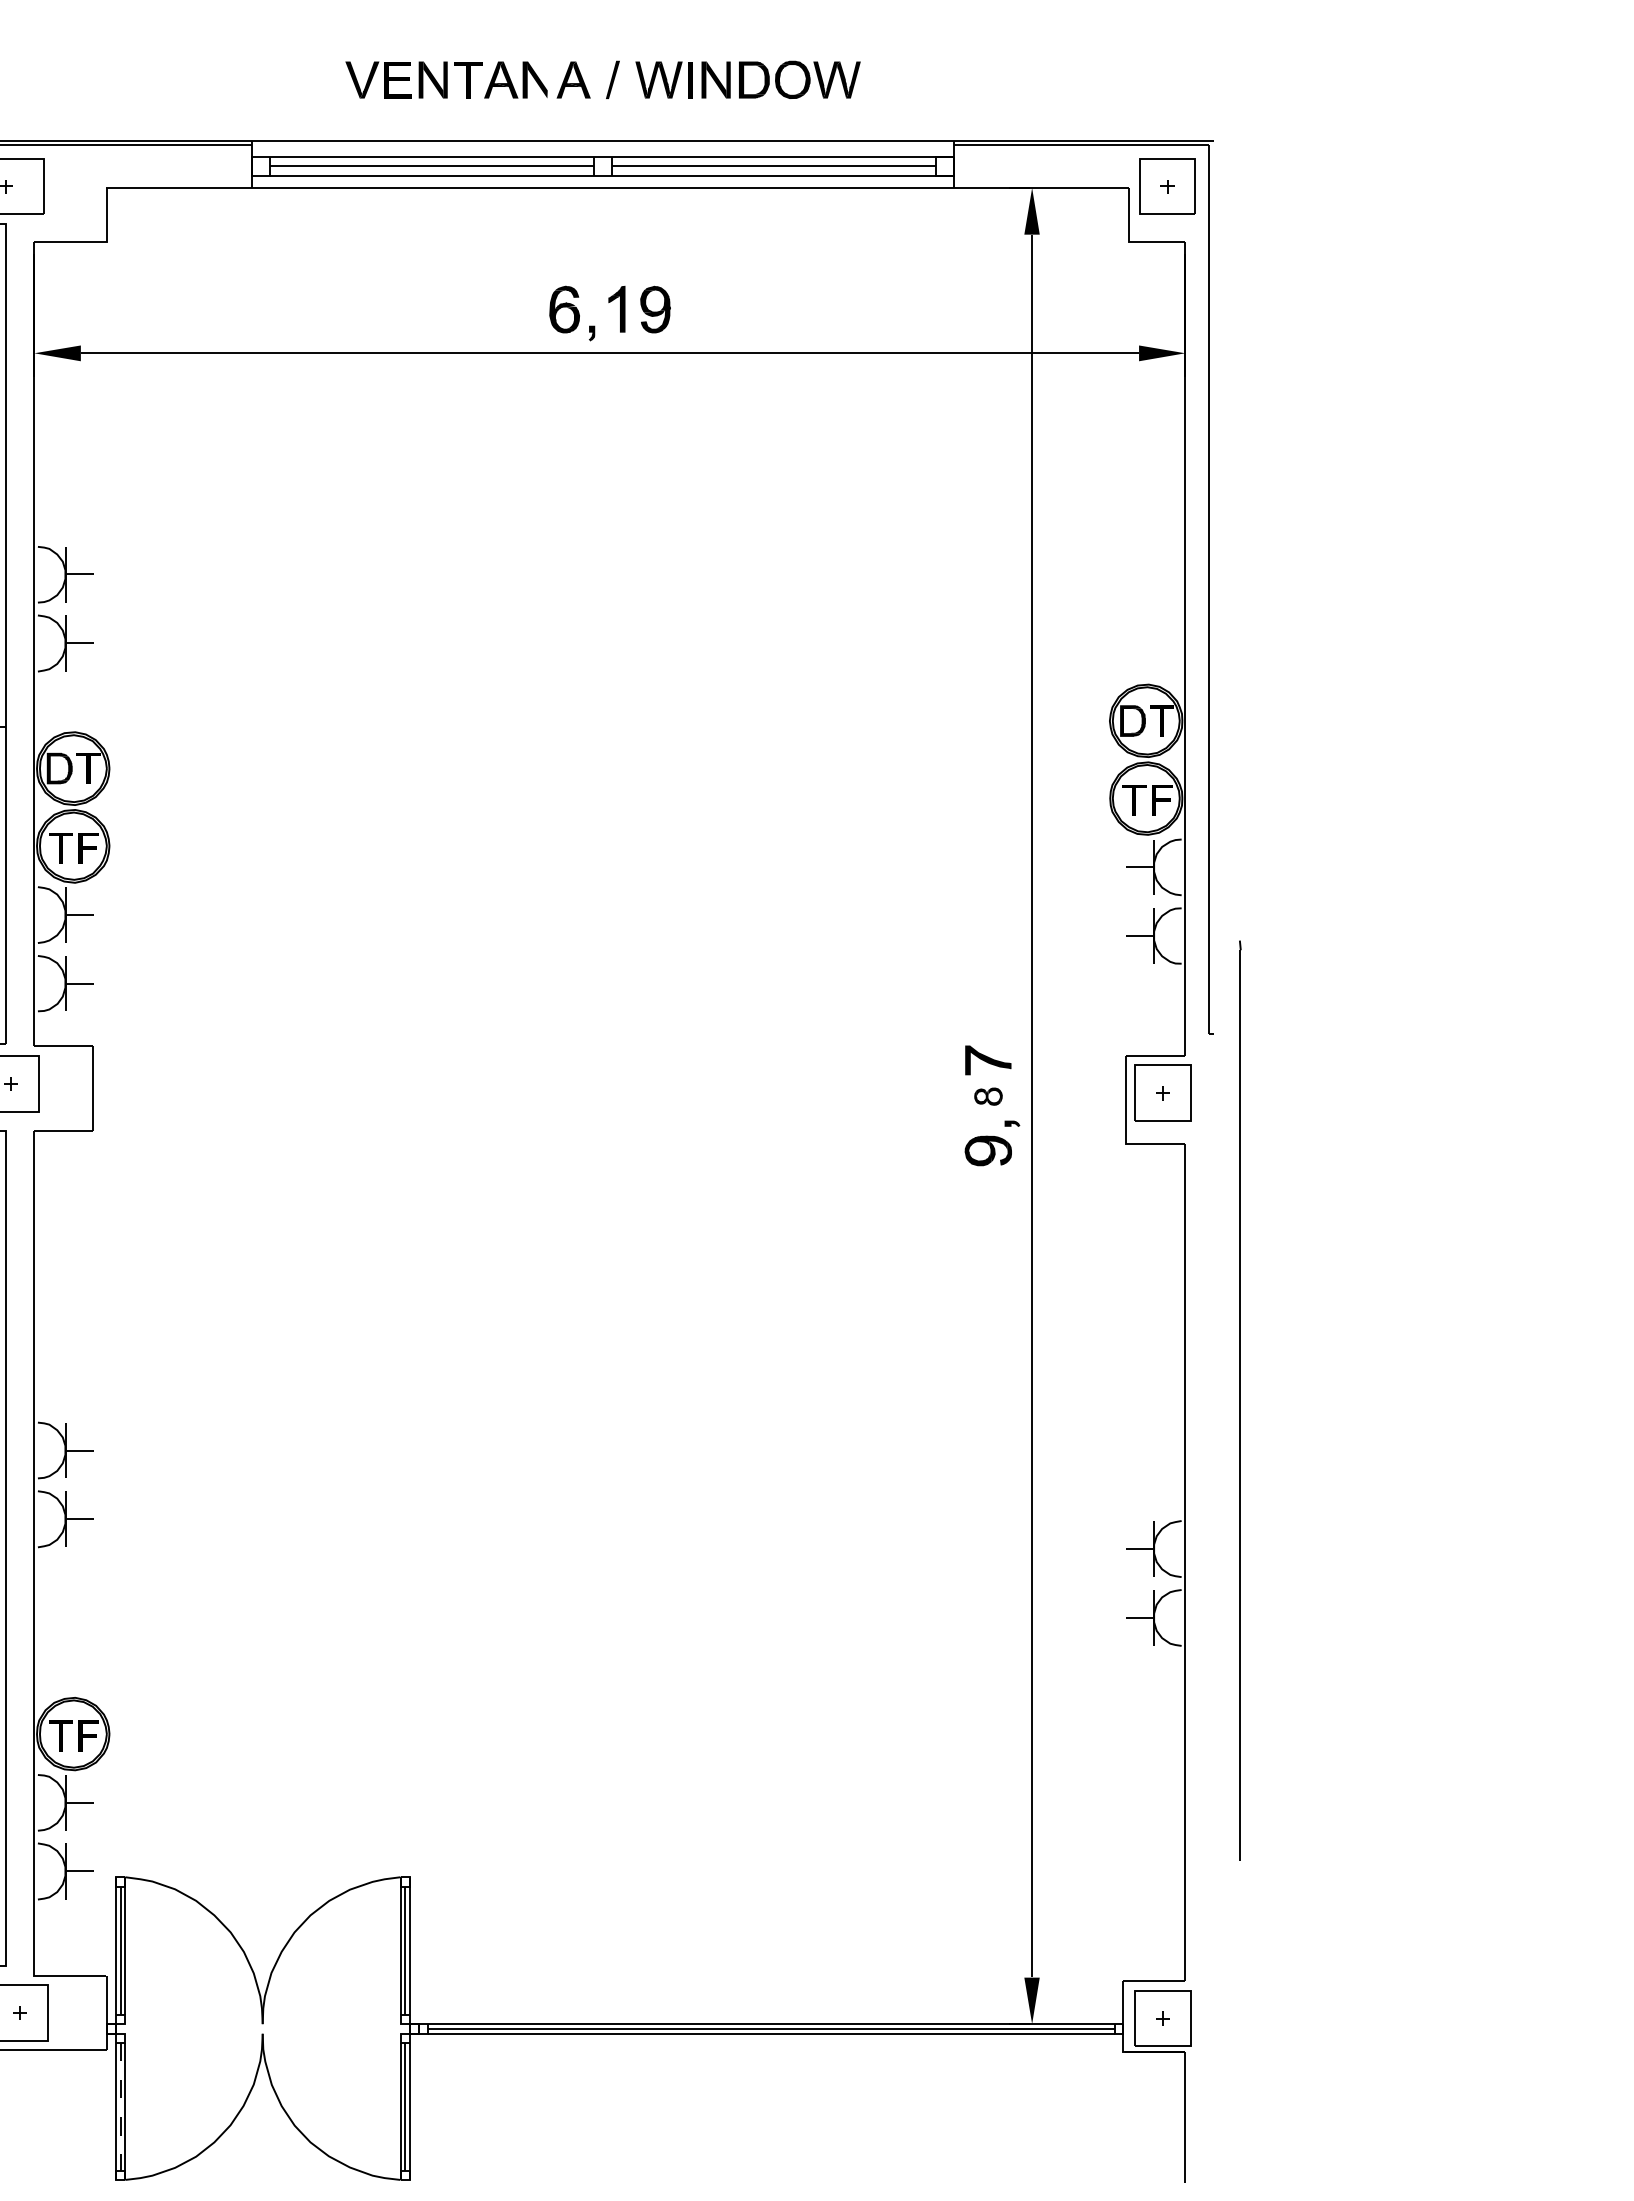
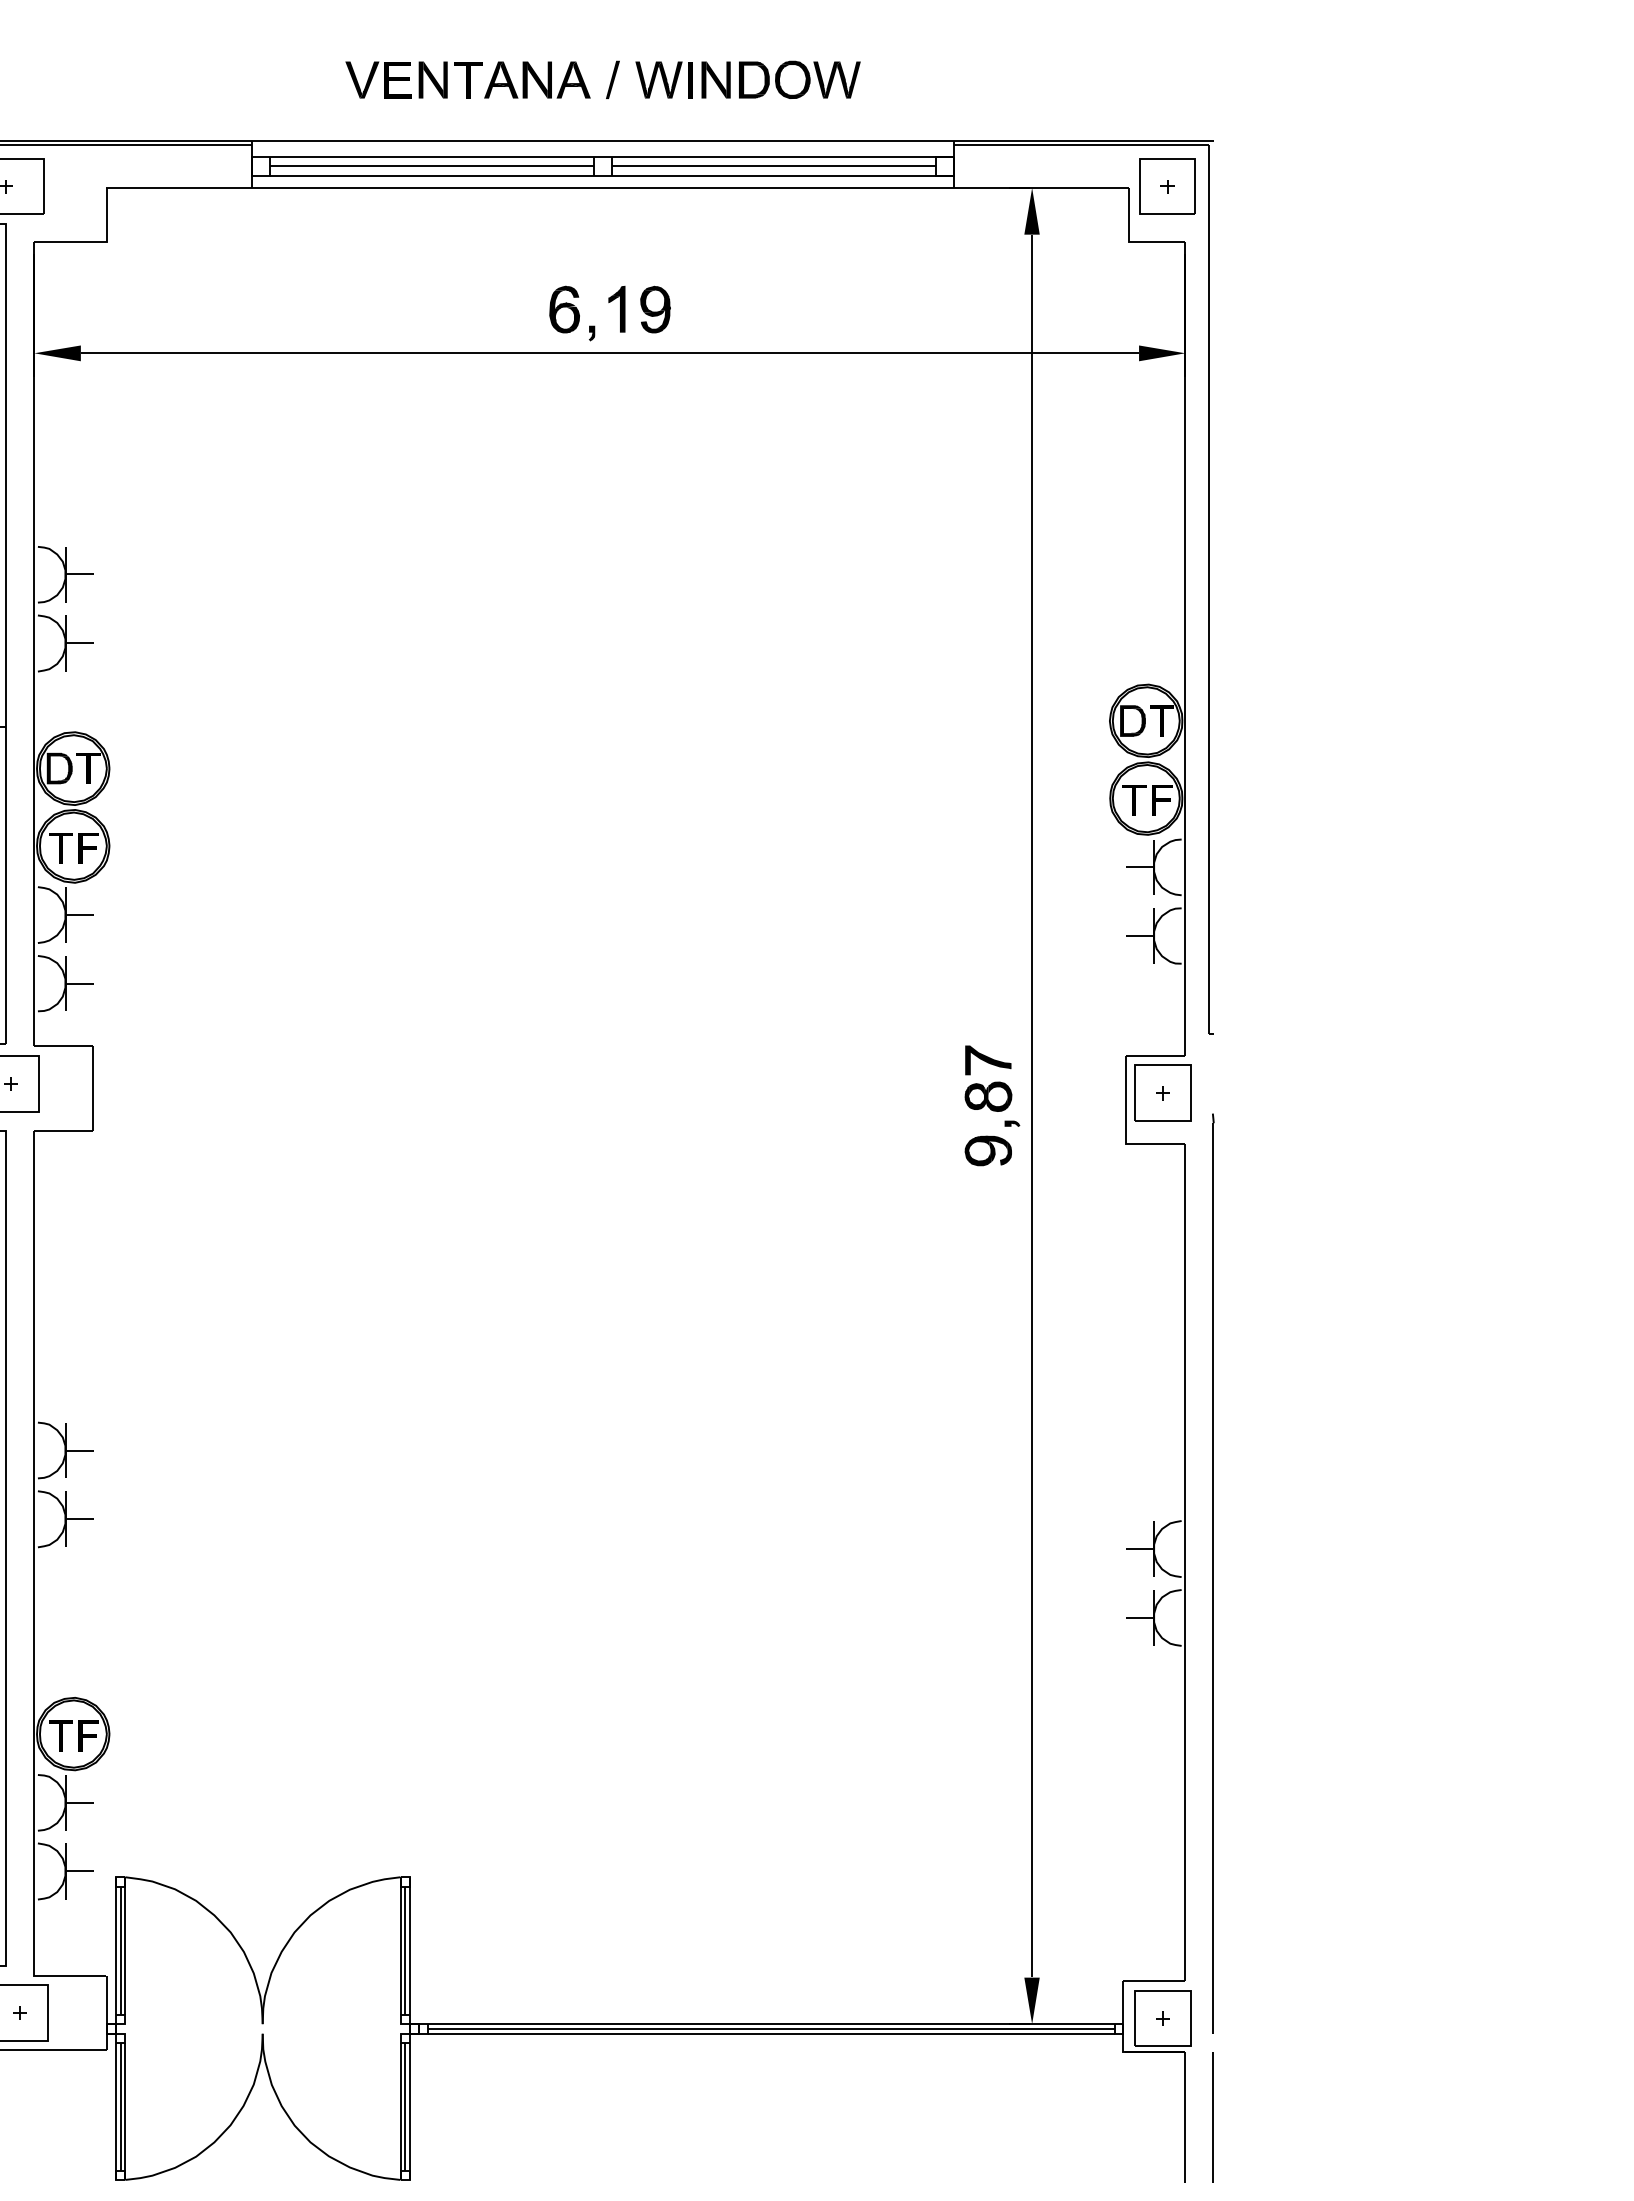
fill at (549, 79): none -> present
part at (988, 1096) size: 29x19 px -> 49x31 px
line at (1240, 1400) position: (1240, 1400) -> (1213, 1573)
line at (120, 2107): dashed -> solid
line at (1212, 2117): none -> present
